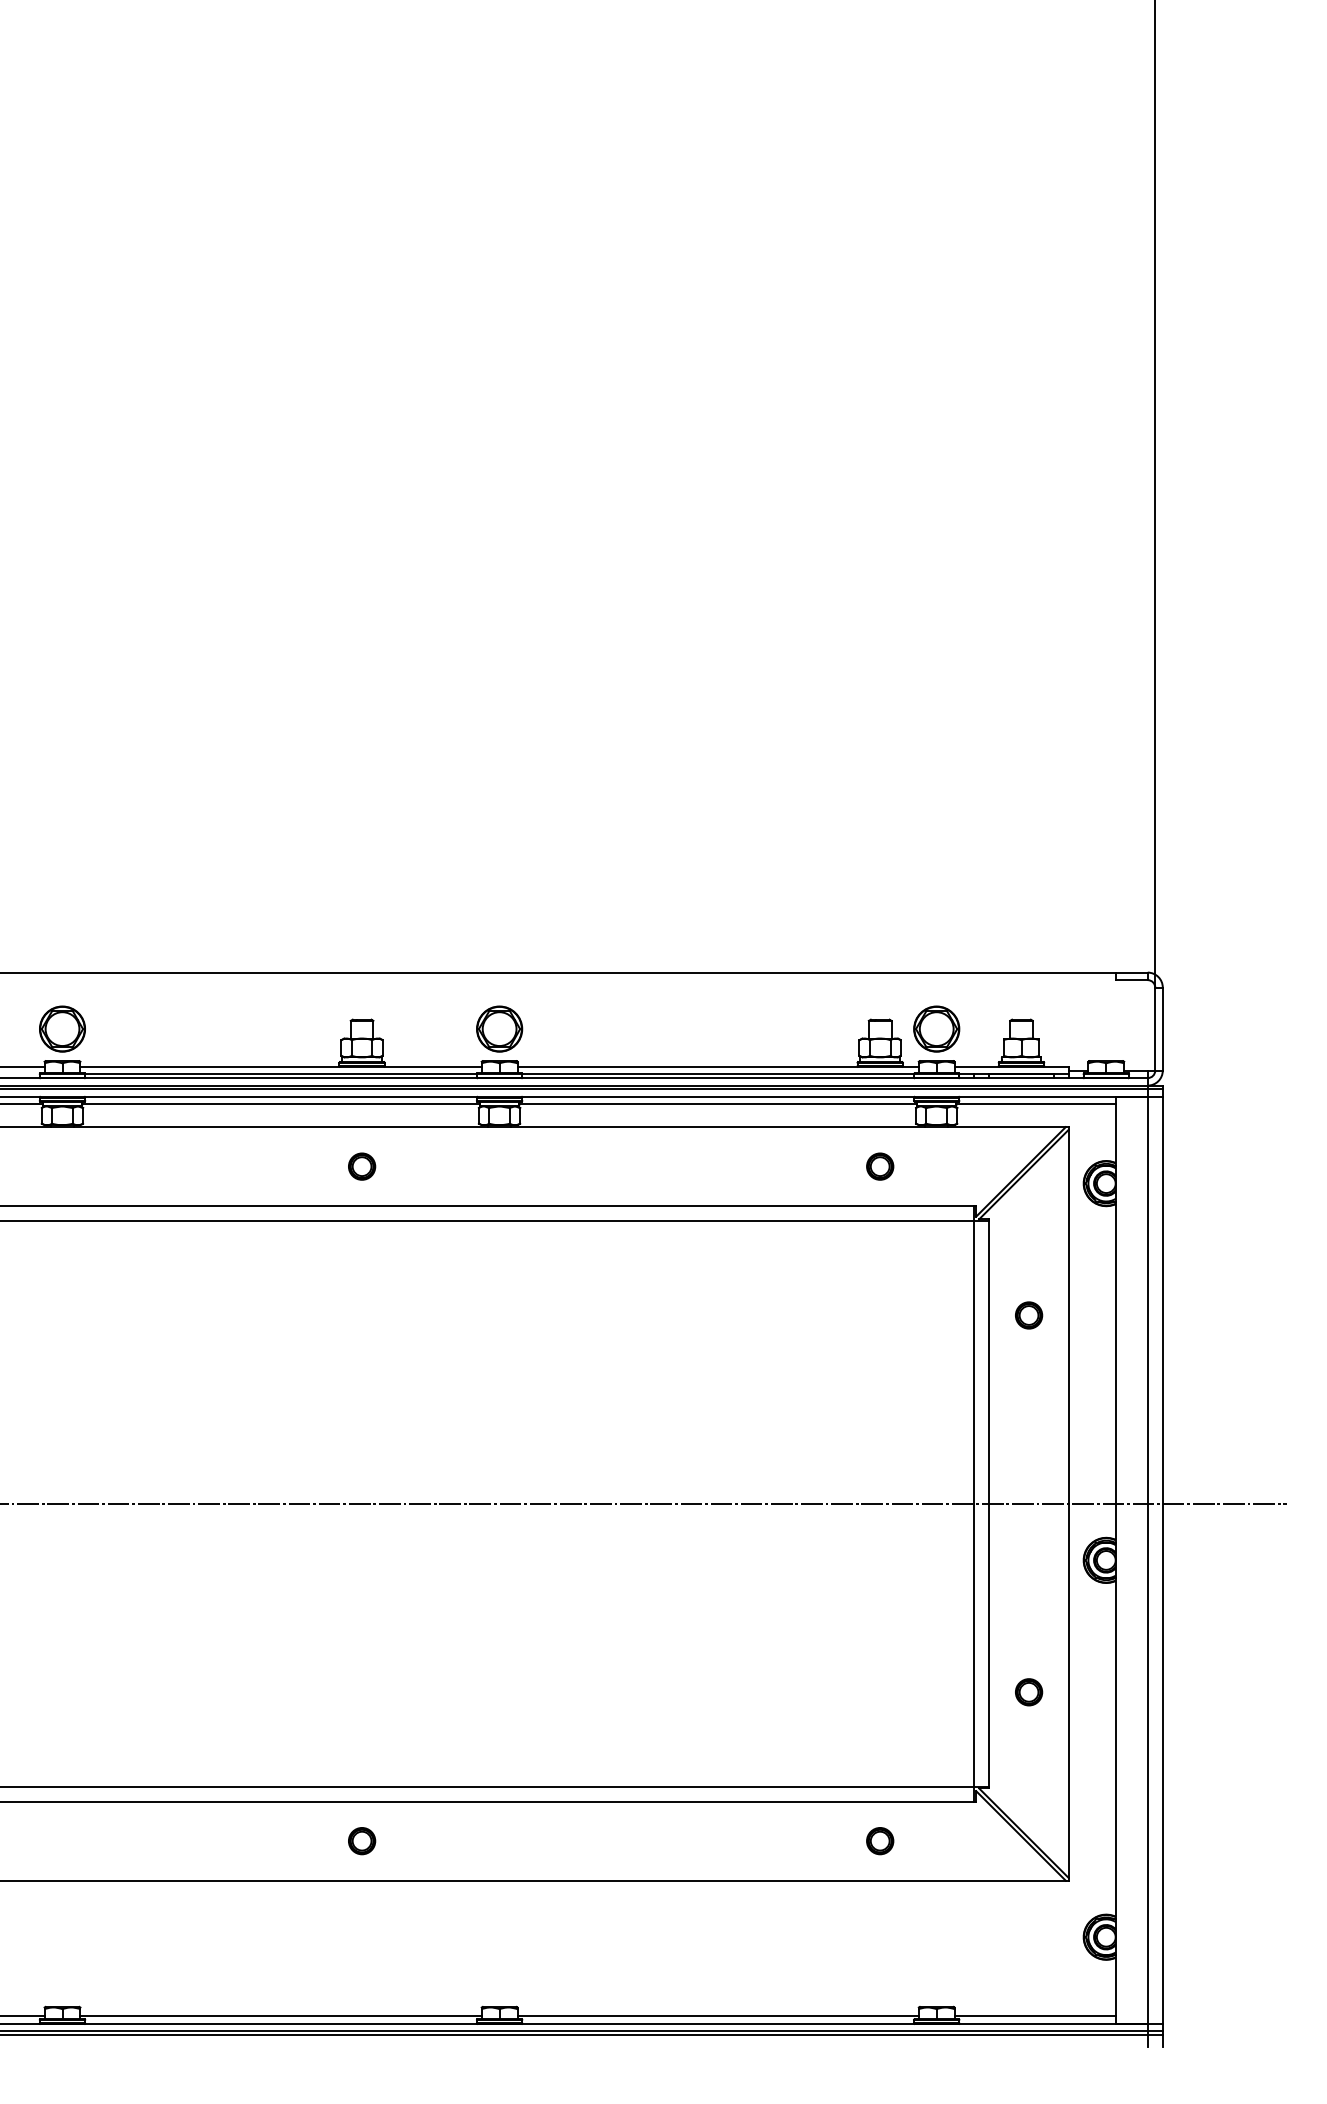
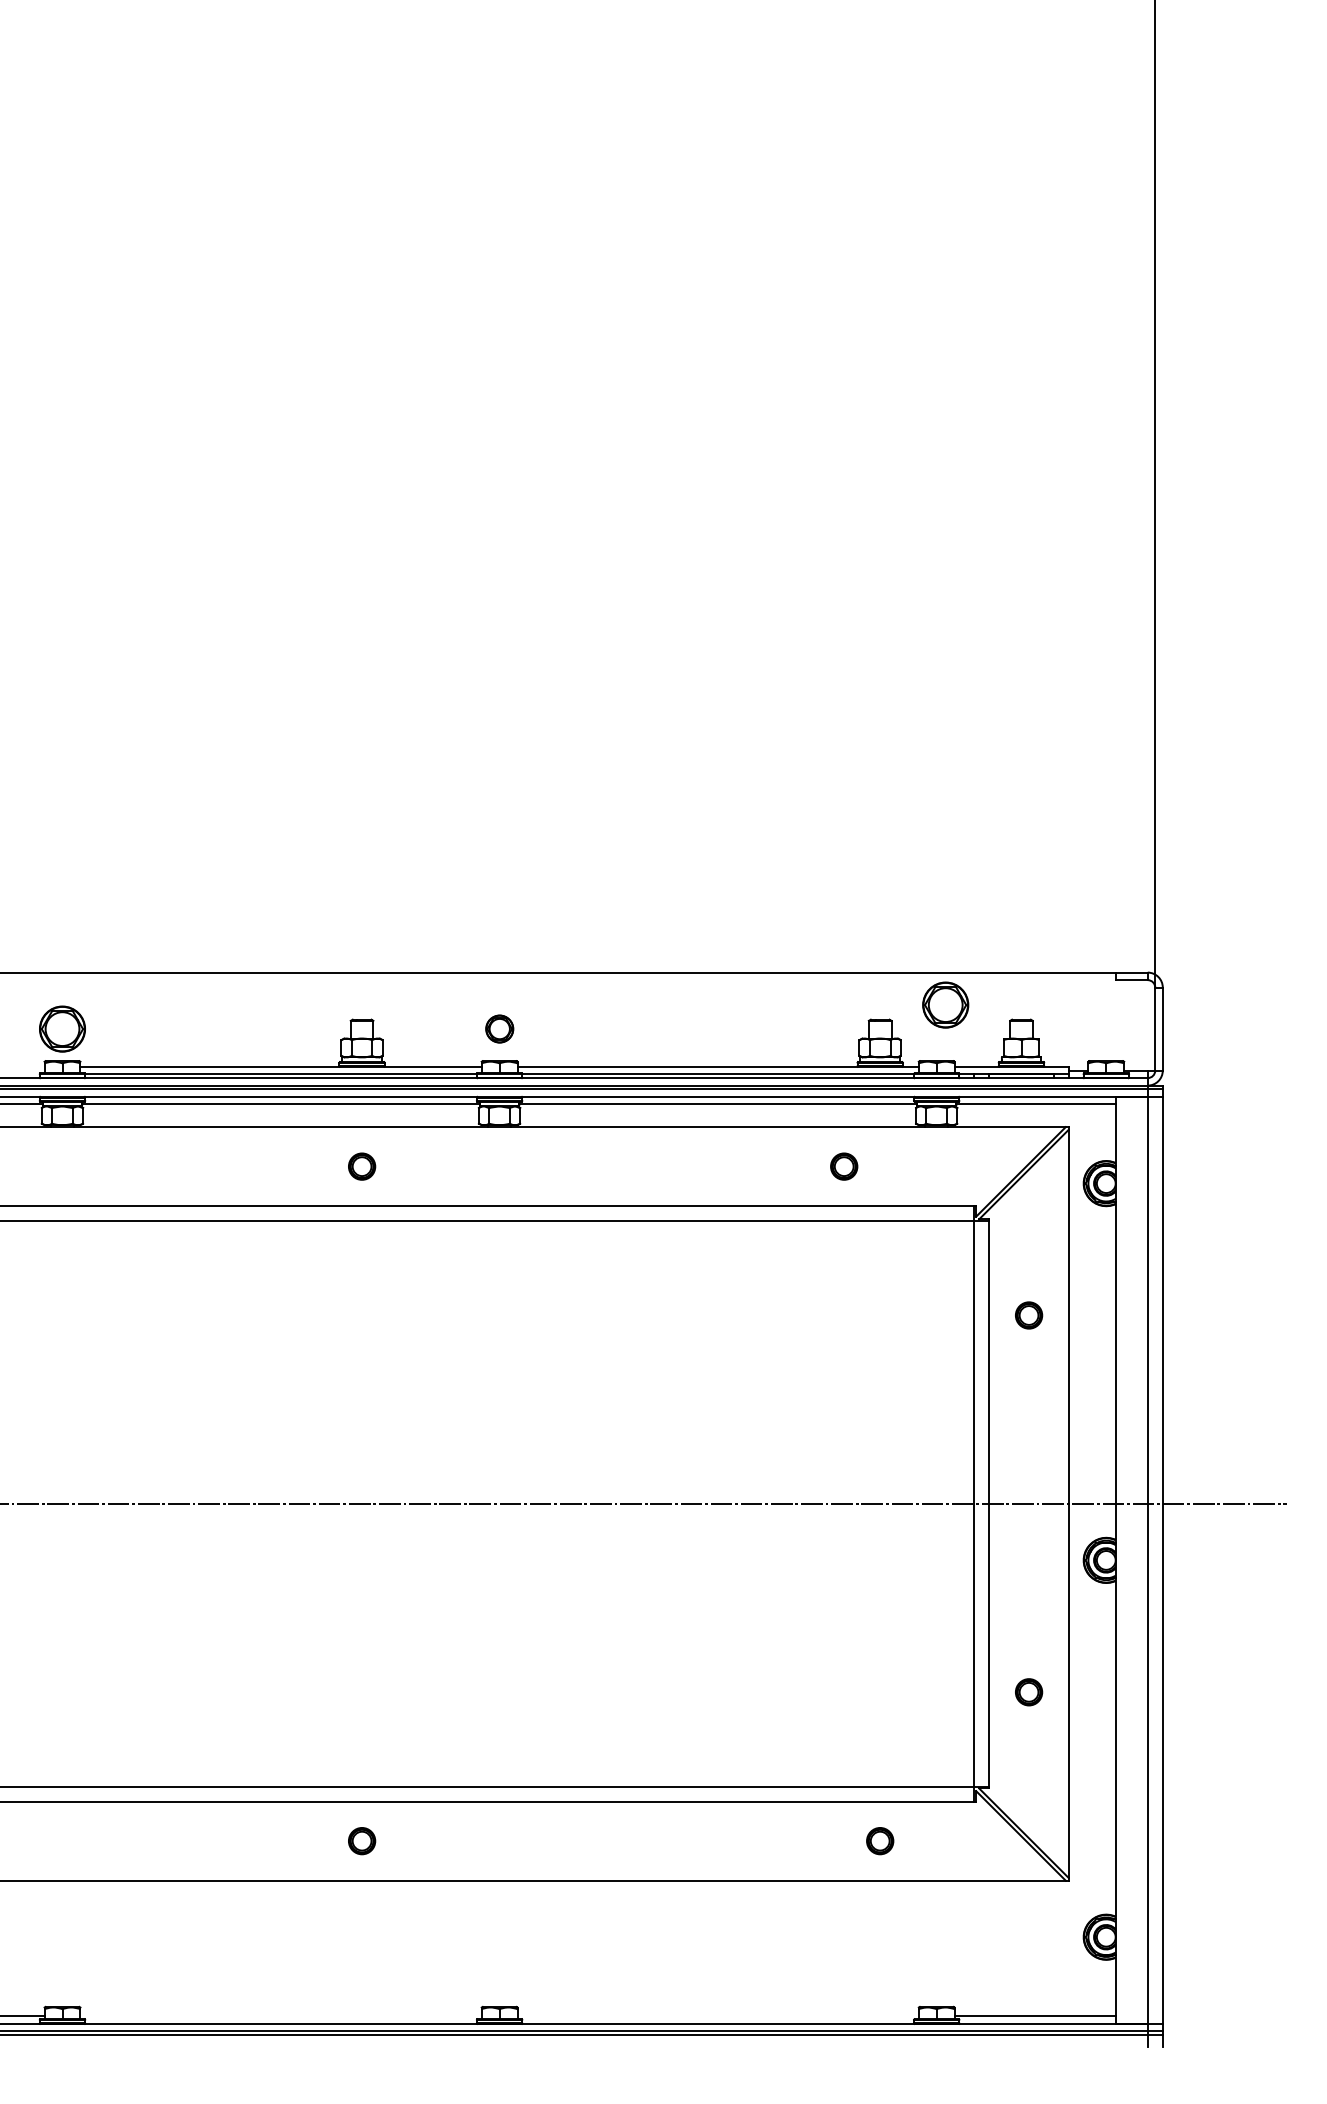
part at (499, 1028) size: 48x48 px -> 30x30 px
part at (936, 1028) position: (936, 1028) -> (945, 1004)
line at (23, 1066): present -> none
part at (880, 1166) position: (880, 1166) -> (844, 1166)
line at (280, 2016): present -> none
line at (717, 2016): present -> none
